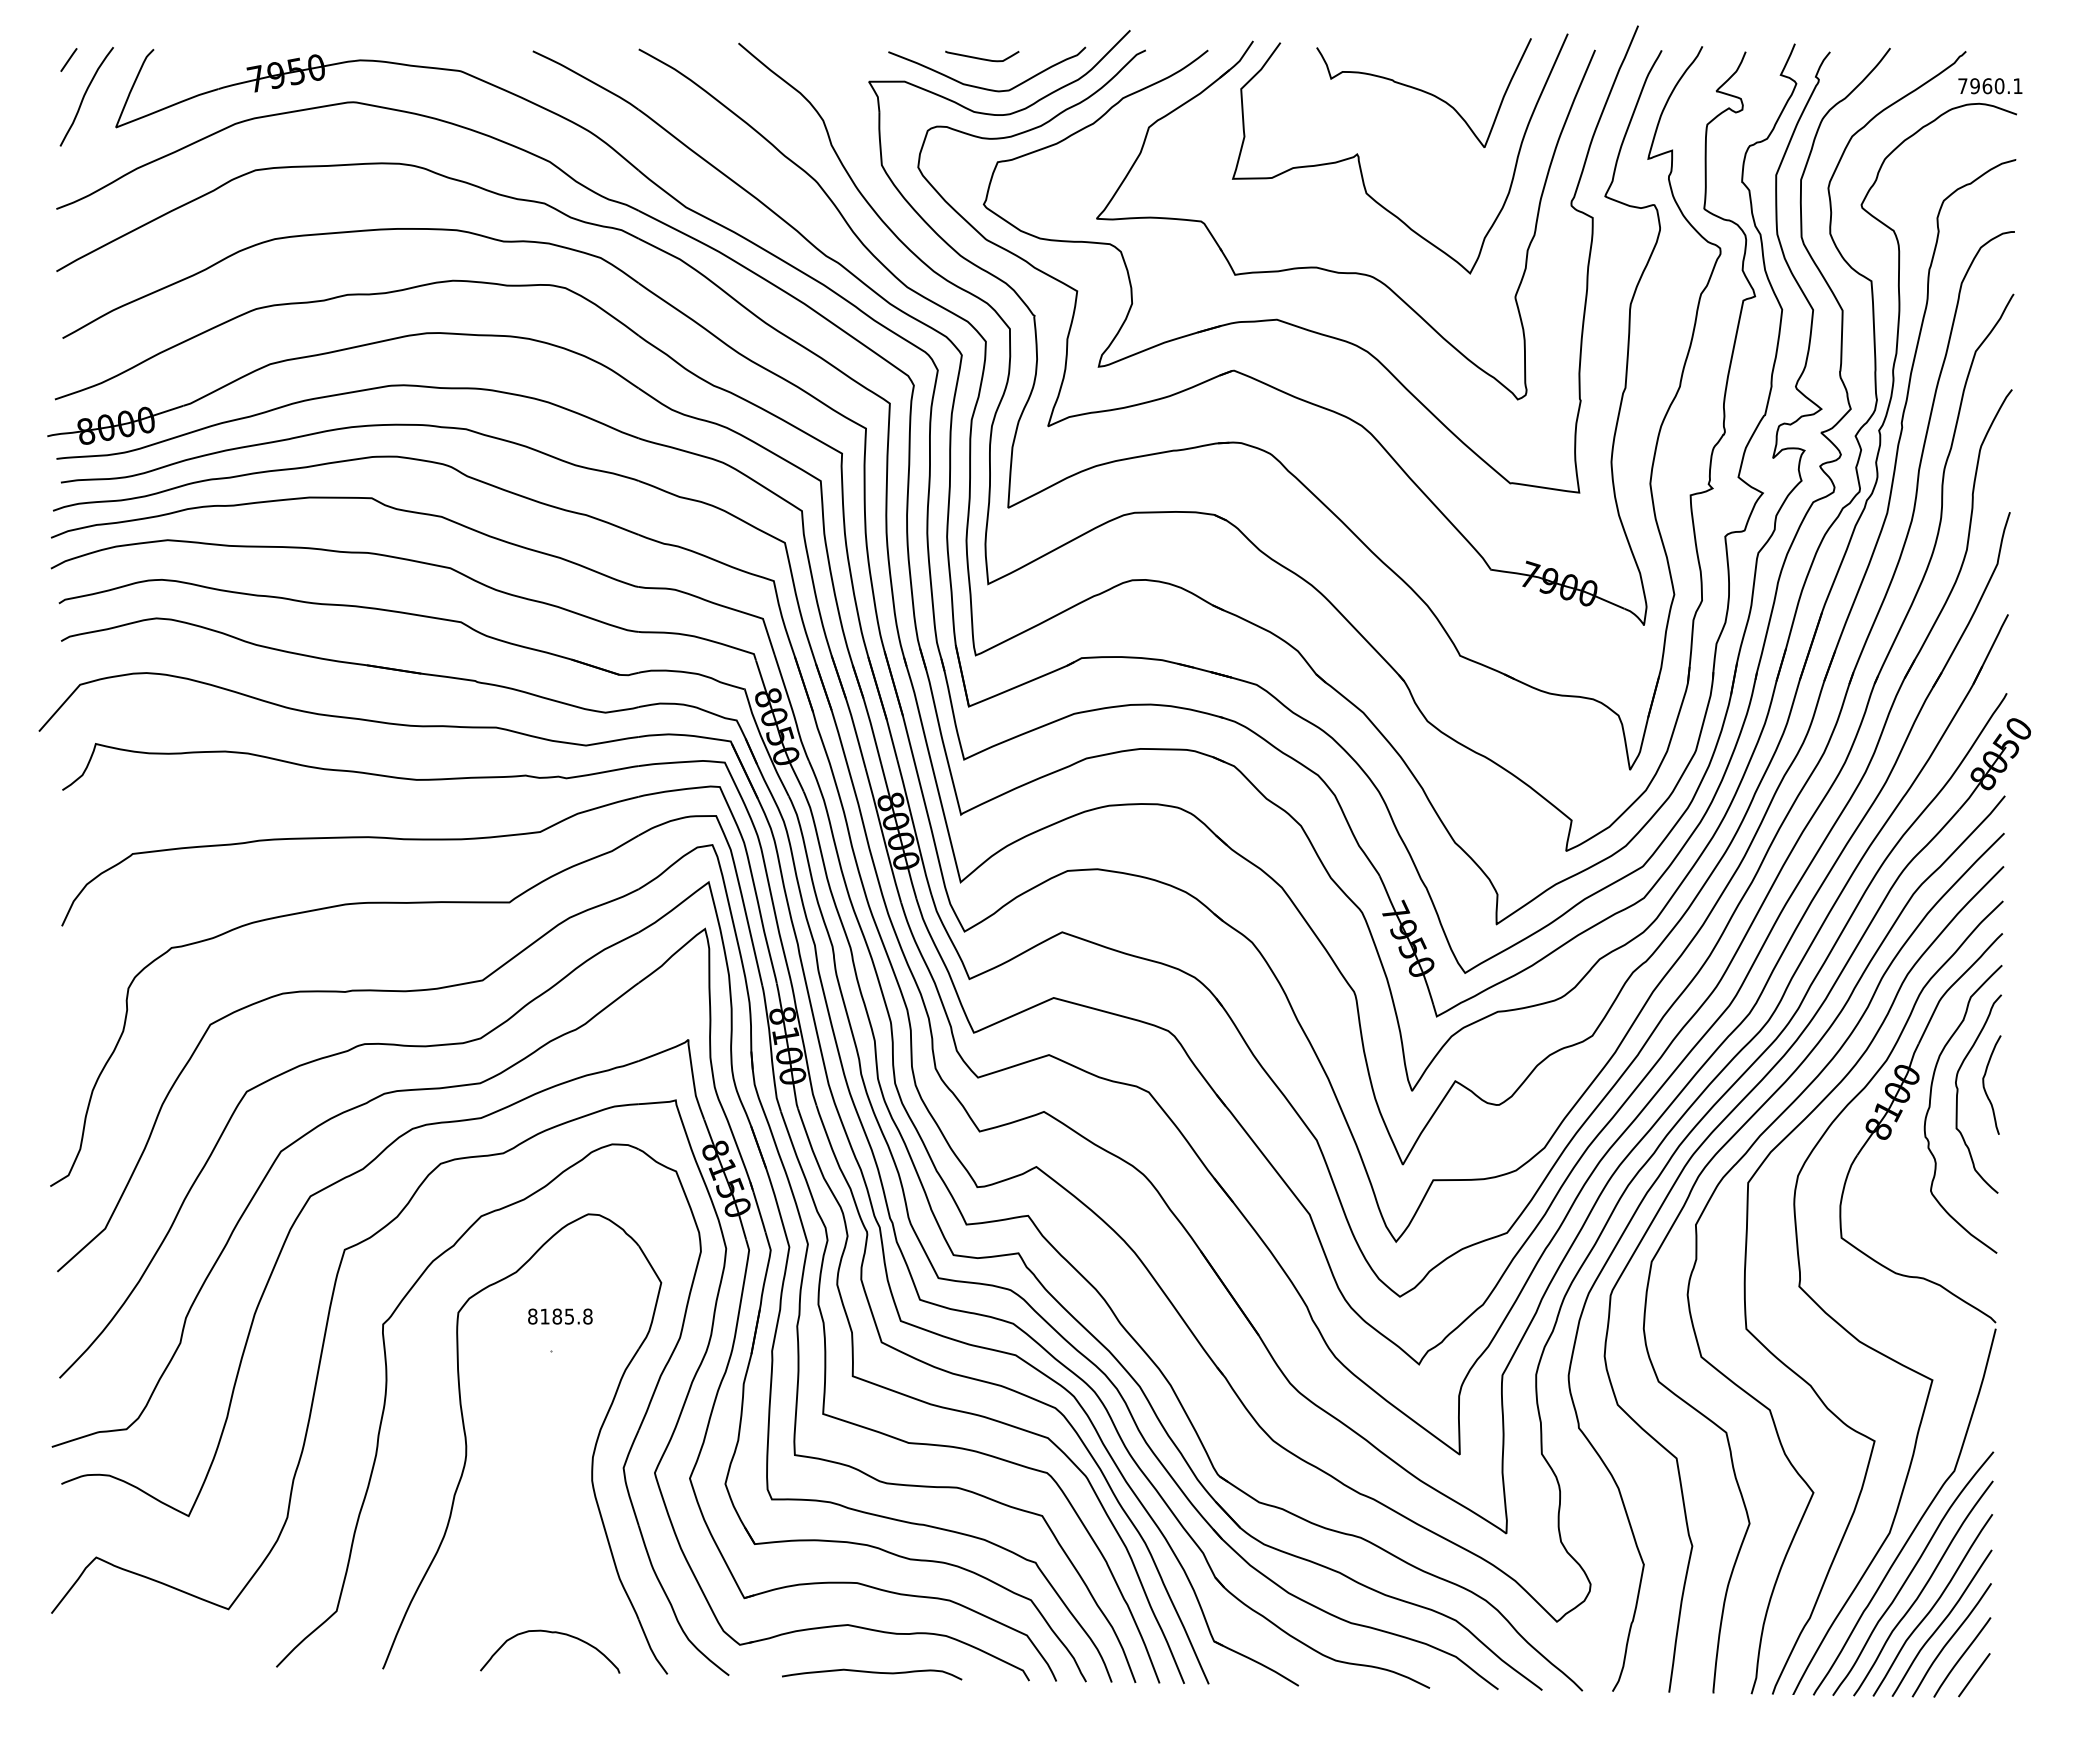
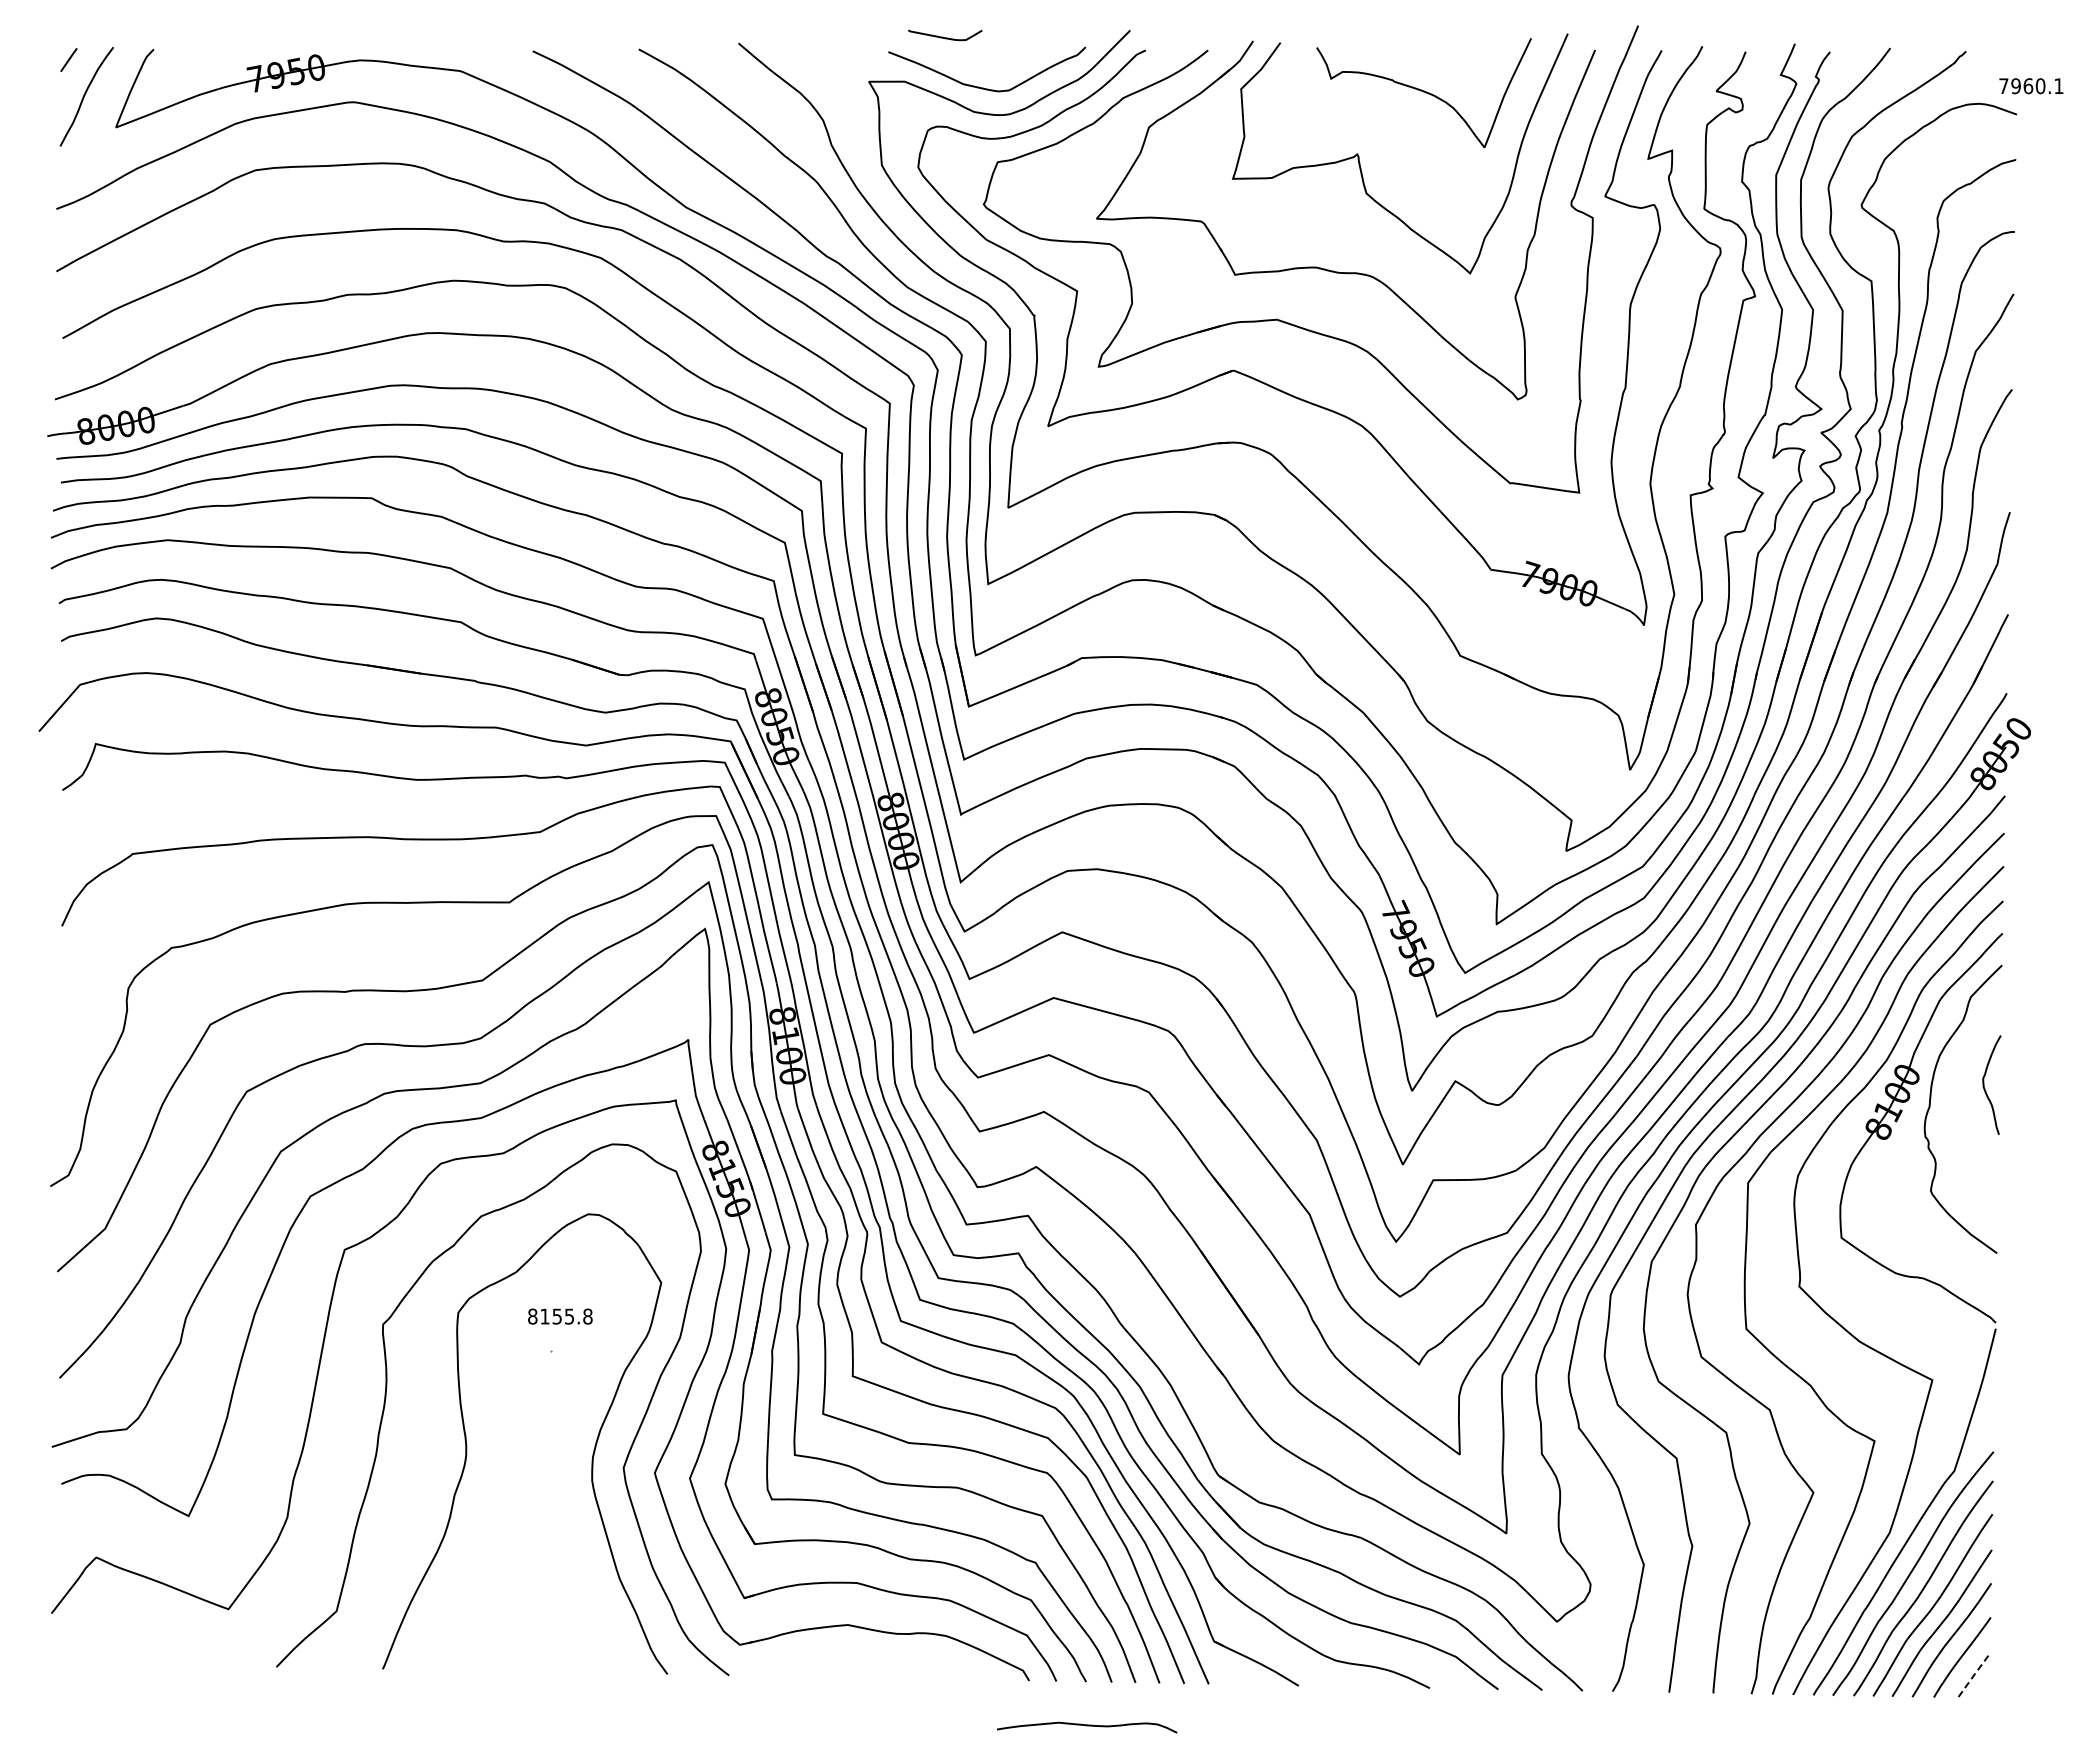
curve at (982, 58) position: (982, 58) -> (945, 37)
text at (1990, 86) position: (1990, 86) -> (2031, 86)
curve at (1958, 1093): present -> none
text at (557, 1316): 8185.8 -> 8155.8
curve at (551, 1633): present -> none
curve at (872, 1673) position: (872, 1673) -> (1087, 1726)
line at (1974, 1674): solid -> dashed
